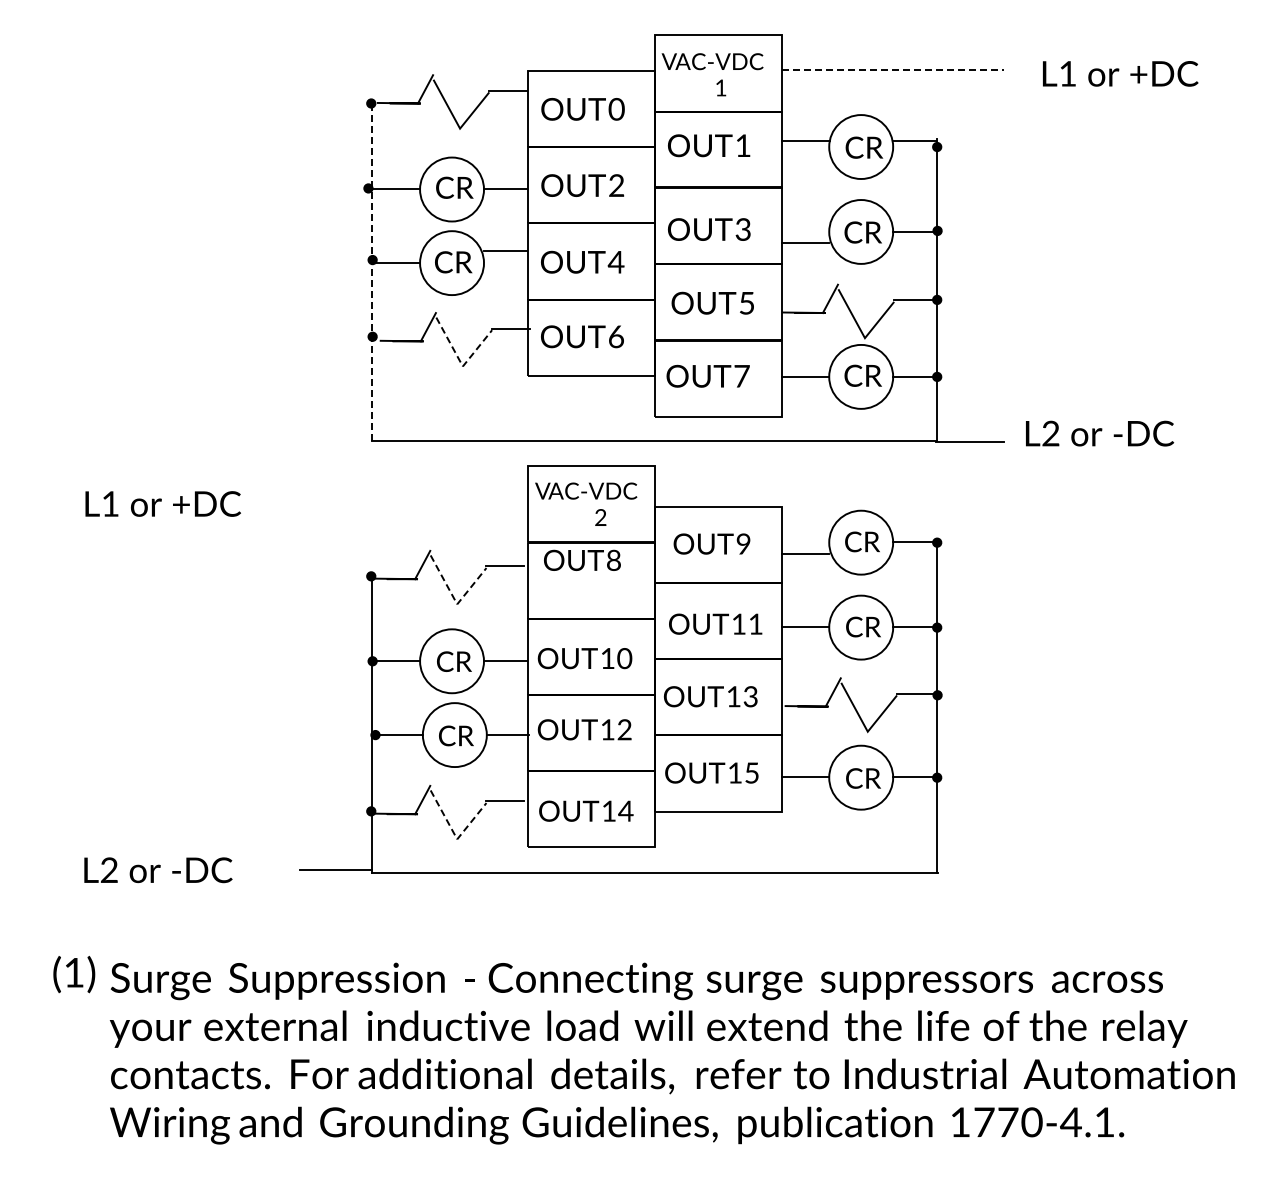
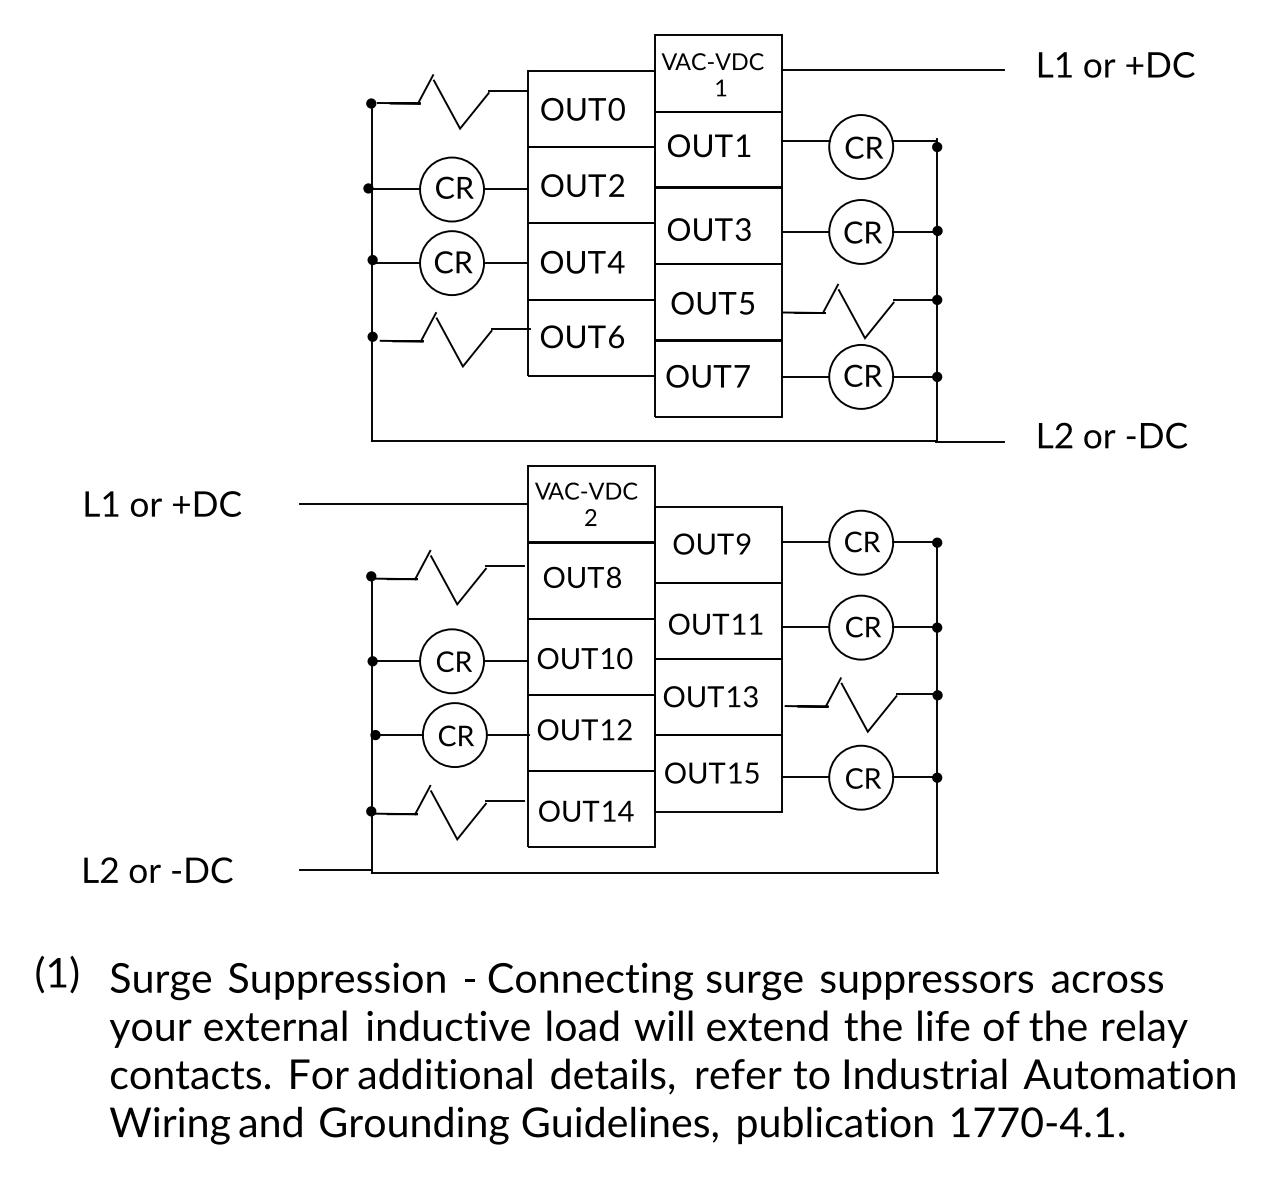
line at (893, 70): dashed -> solid
text at (1120, 73) position: (1120, 73) -> (1116, 64)
line at (805, 242) position: (805, 242) -> (805, 231)
line at (505, 250) position: (505, 250) -> (505, 262)
line at (372, 271): dashed -> solid
line at (461, 362): dashed -> solid
text at (1100, 433) position: (1100, 433) -> (1113, 435)
line at (412, 504): none -> present
text at (600, 517) position: (600, 517) -> (590, 517)
line at (805, 554) position: (805, 554) -> (805, 542)
text at (582, 559) position: (582, 559) -> (582, 576)
line at (455, 600): dashed -> solid
line at (455, 835): dashed -> solid
text at (74, 974) position: (74, 974) -> (57, 974)
